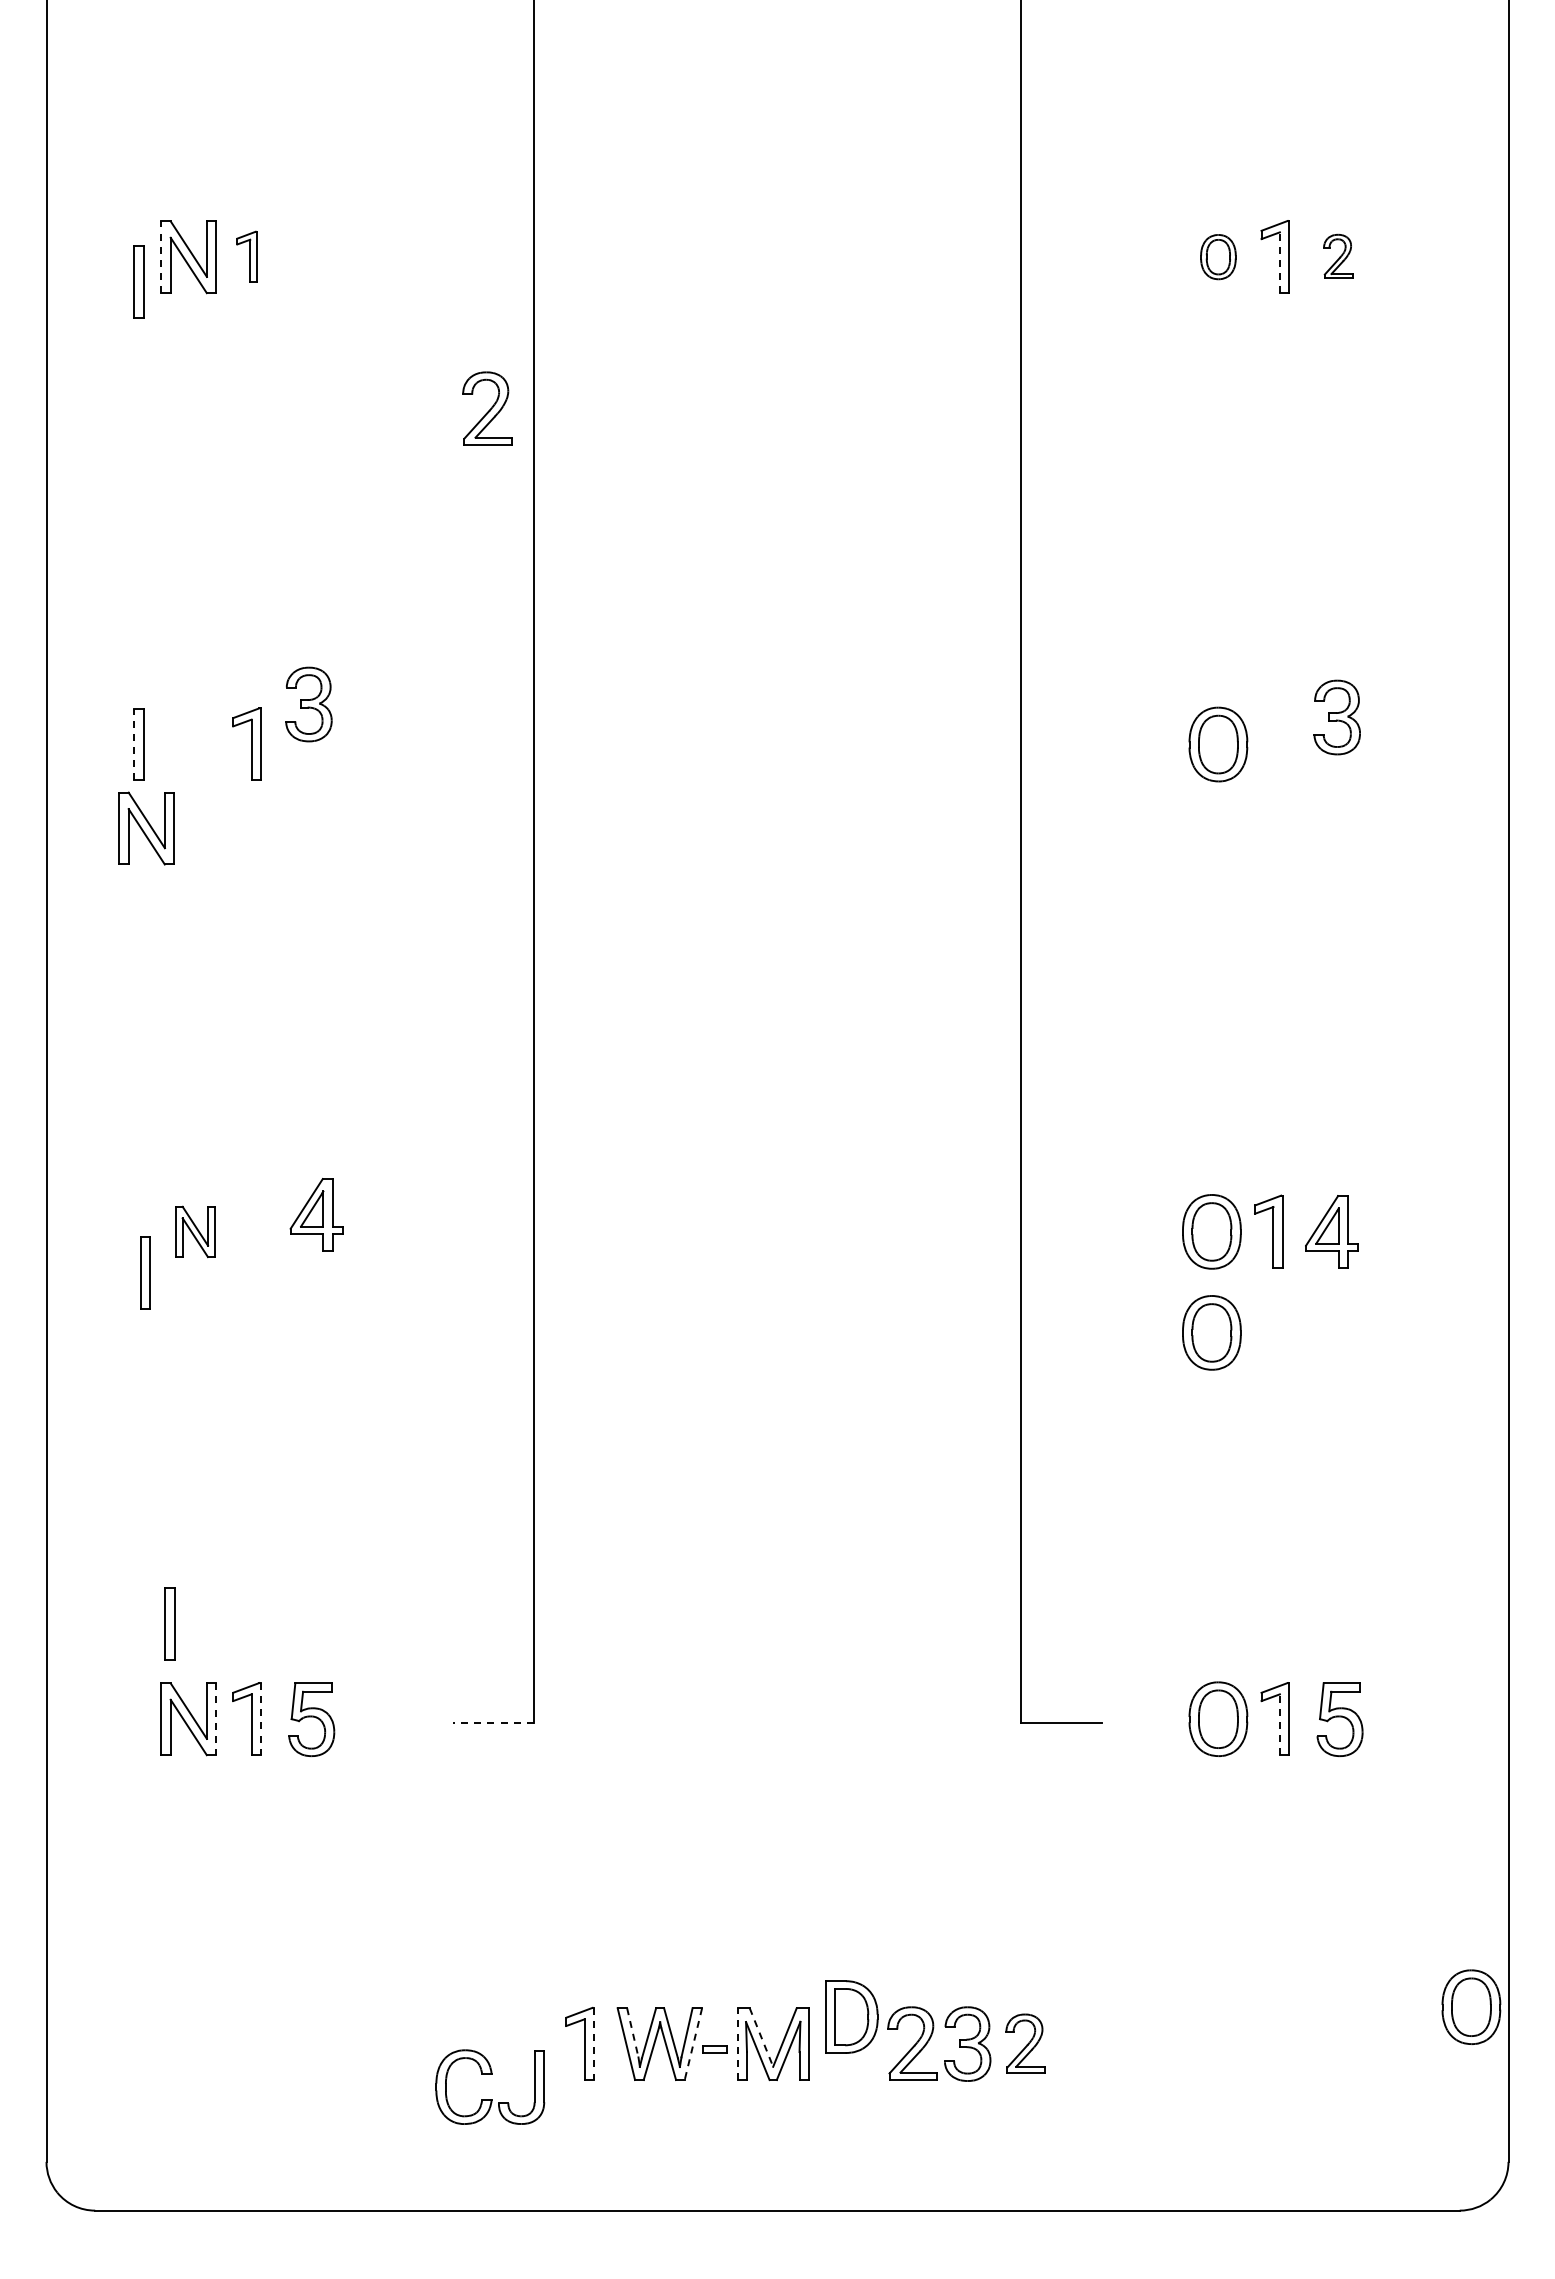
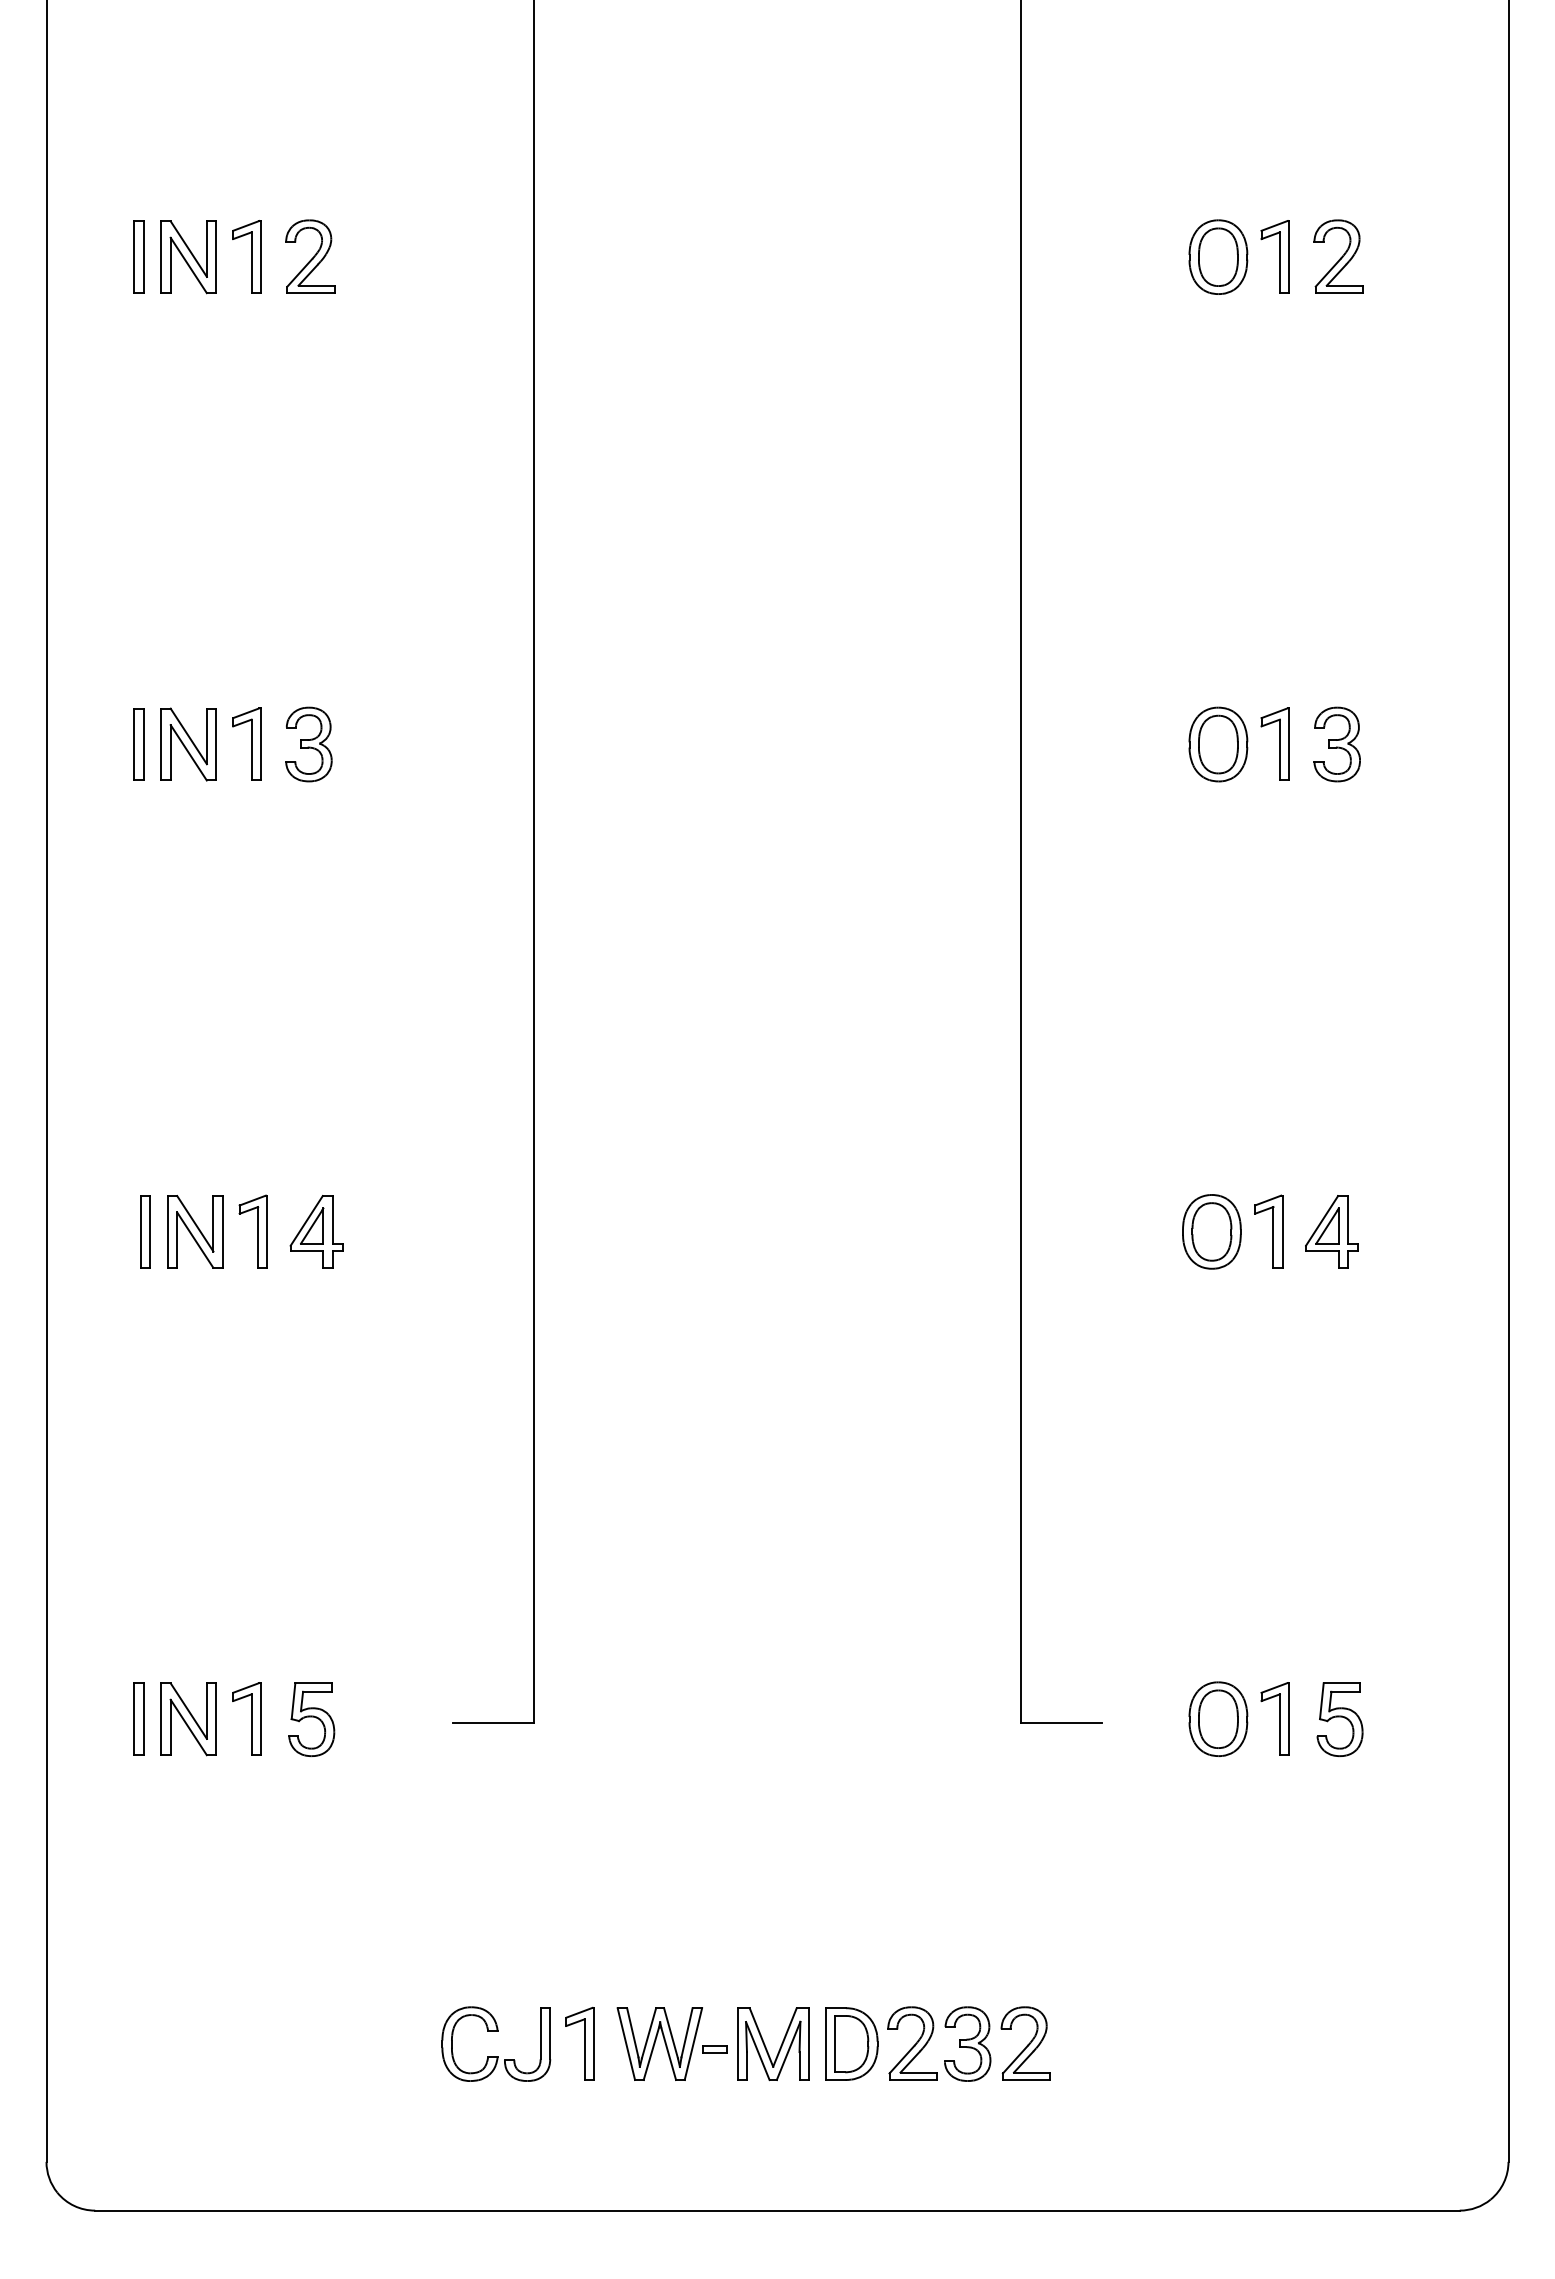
part at (1338, 255) size: 31x46 px -> 51x75 px
part at (246, 256) size: 22x53 px -> 30x74 px
line at (161, 257): dashed -> solid
part at (1218, 257) size: 37x47 px -> 61x76 px
line at (1279, 262): dashed -> solid
part at (138, 281) position: (138, 281) -> (138, 256)
part at (487, 408) position: (487, 408) -> (310, 256)
part at (308, 704) position: (308, 704) -> (308, 744)
part at (1336, 717) position: (1336, 717) -> (1336, 744)
part at (1274, 743): none -> present
line at (134, 744): dashed -> solid
part at (146, 828) position: (146, 828) -> (188, 744)
part at (316, 1214) position: (316, 1214) -> (316, 1231)
part at (195, 1231) size: 41x54 px -> 57x74 px
part at (252, 1231): none -> present
part at (145, 1272) position: (145, 1272) -> (145, 1231)
part at (1211, 1332): present -> none
part at (169, 1623) position: (169, 1623) -> (138, 1718)
line at (216, 1719): dashed -> solid
line at (260, 1719): dashed -> solid
line at (493, 1723): dashed -> solid
line at (1279, 1724): dashed -> solid
part at (1471, 2006): present -> none
part at (851, 2016) position: (851, 2016) -> (851, 2043)
line at (632, 2033): dashed -> solid
line at (761, 2037): dashed -> solid
part at (1025, 2043) size: 41x61 px -> 51x75 px
line at (593, 2044): dashed -> solid
line at (693, 2044): dashed -> solid
line at (737, 2044): dashed -> solid
part at (490, 2074) position: (490, 2074) -> (496, 2031)
